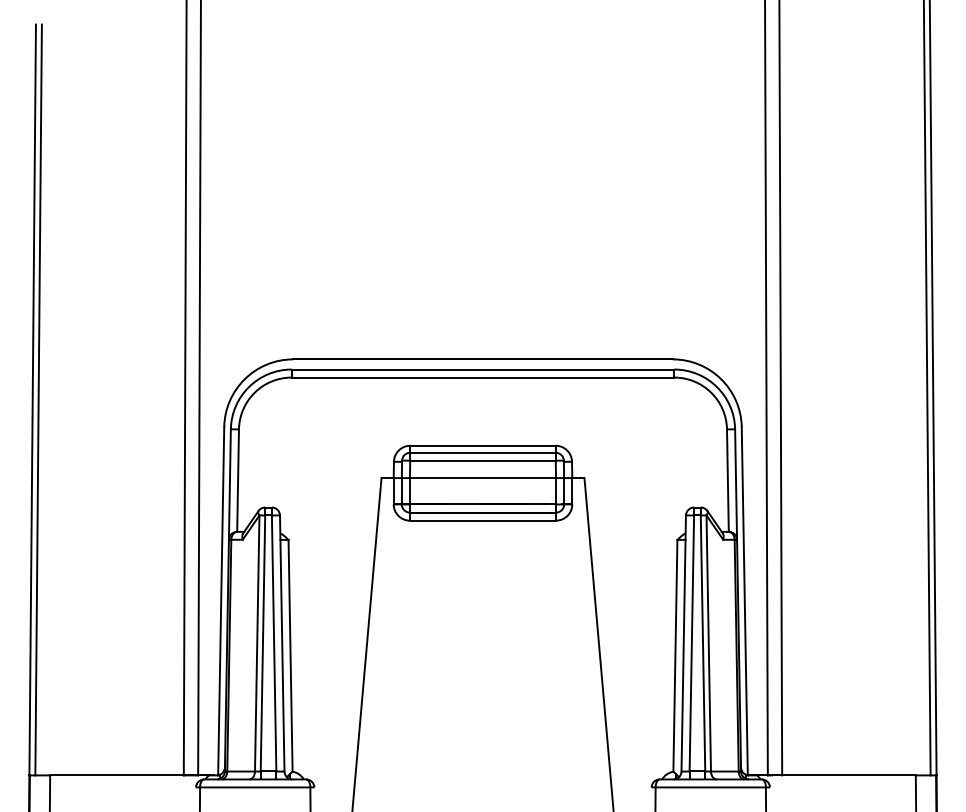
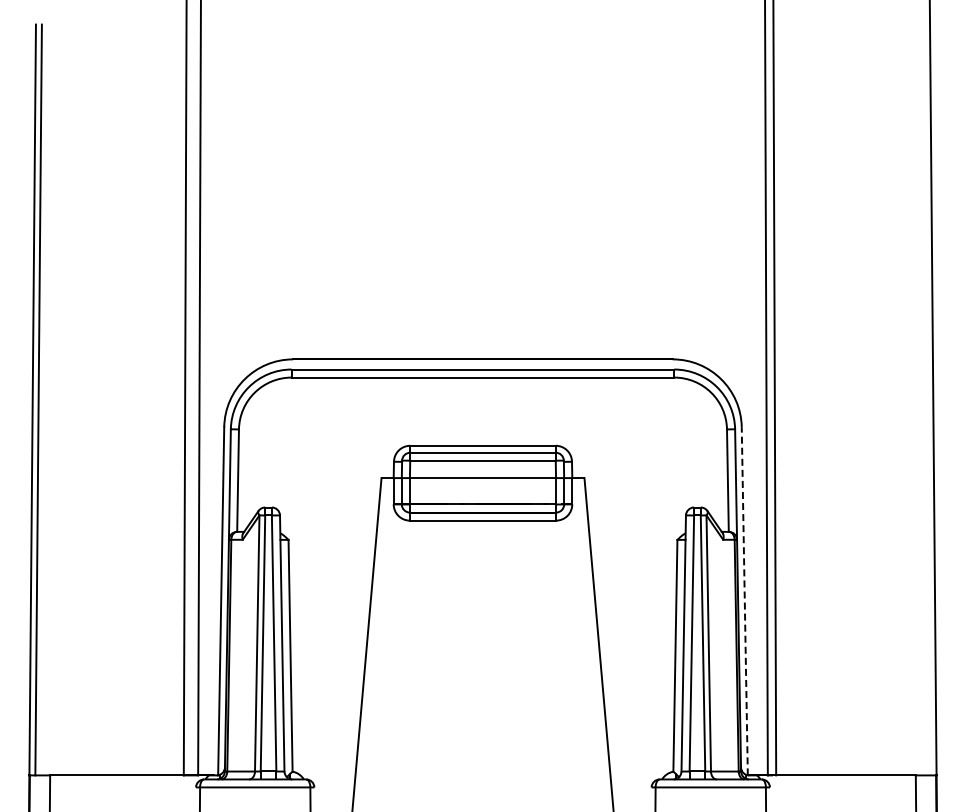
line at (780, 388) position: (780, 388) -> (774, 388)
line at (926, 388): present -> none
line at (744, 600): solid -> dashed
